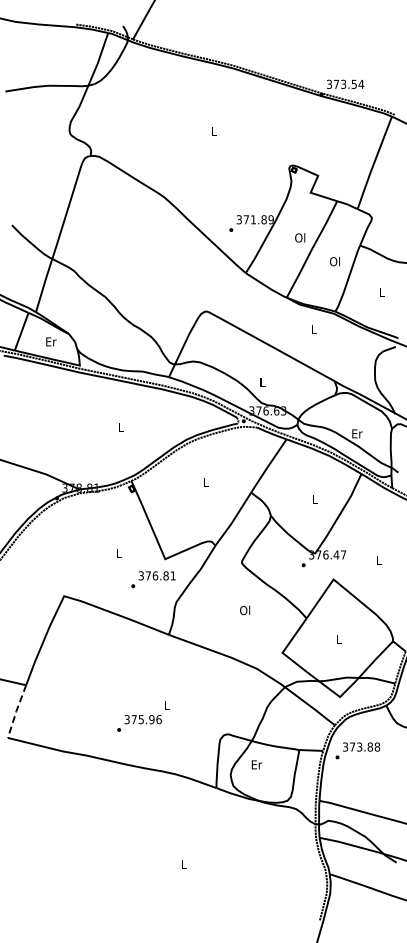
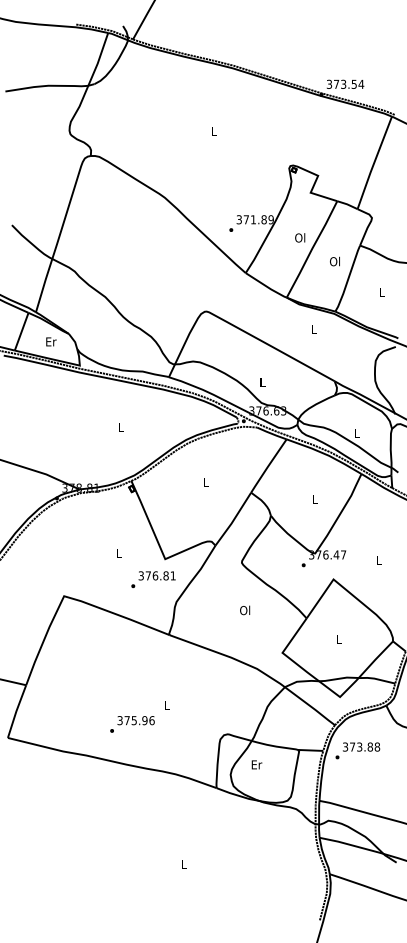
text at (357, 433): Er -> L
line at (16, 711): dashed -> solid
text at (139, 723) position: (139, 723) -> (132, 724)
